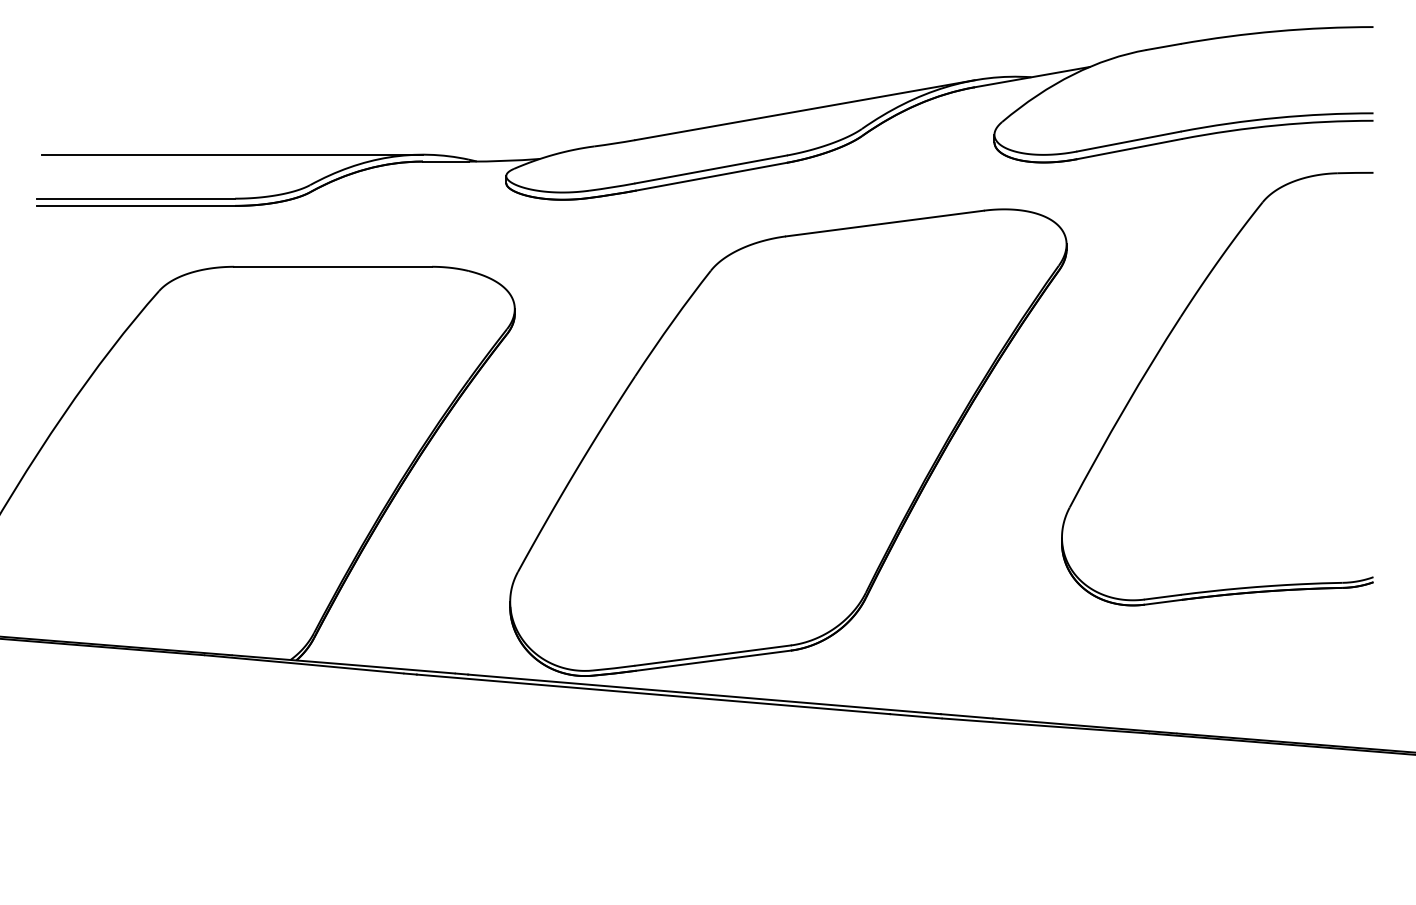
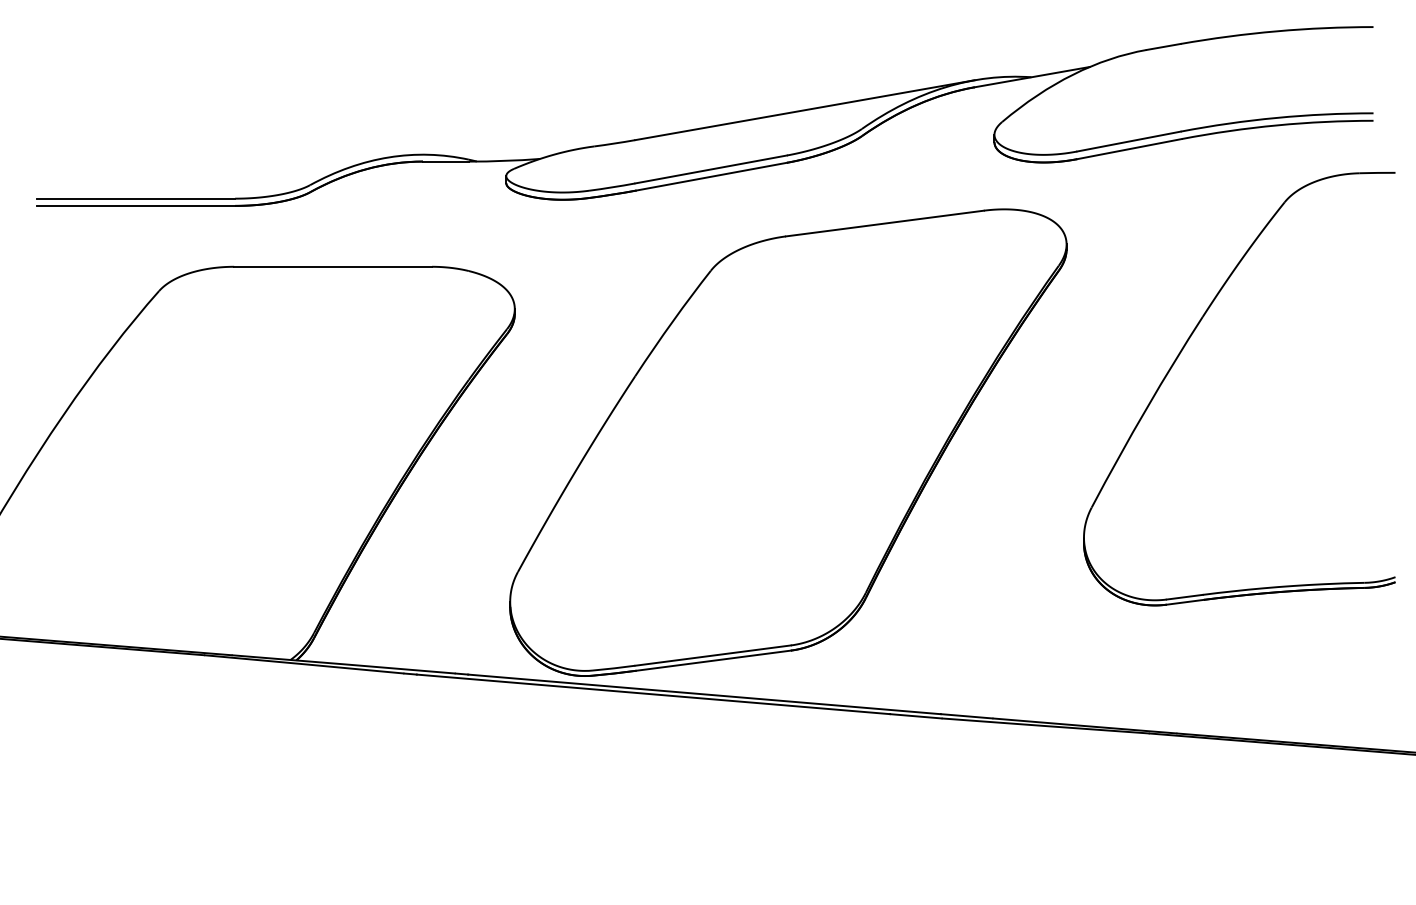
line at (232, 154): present -> none
part at (1160, 351) position: (1160, 351) -> (1182, 351)
